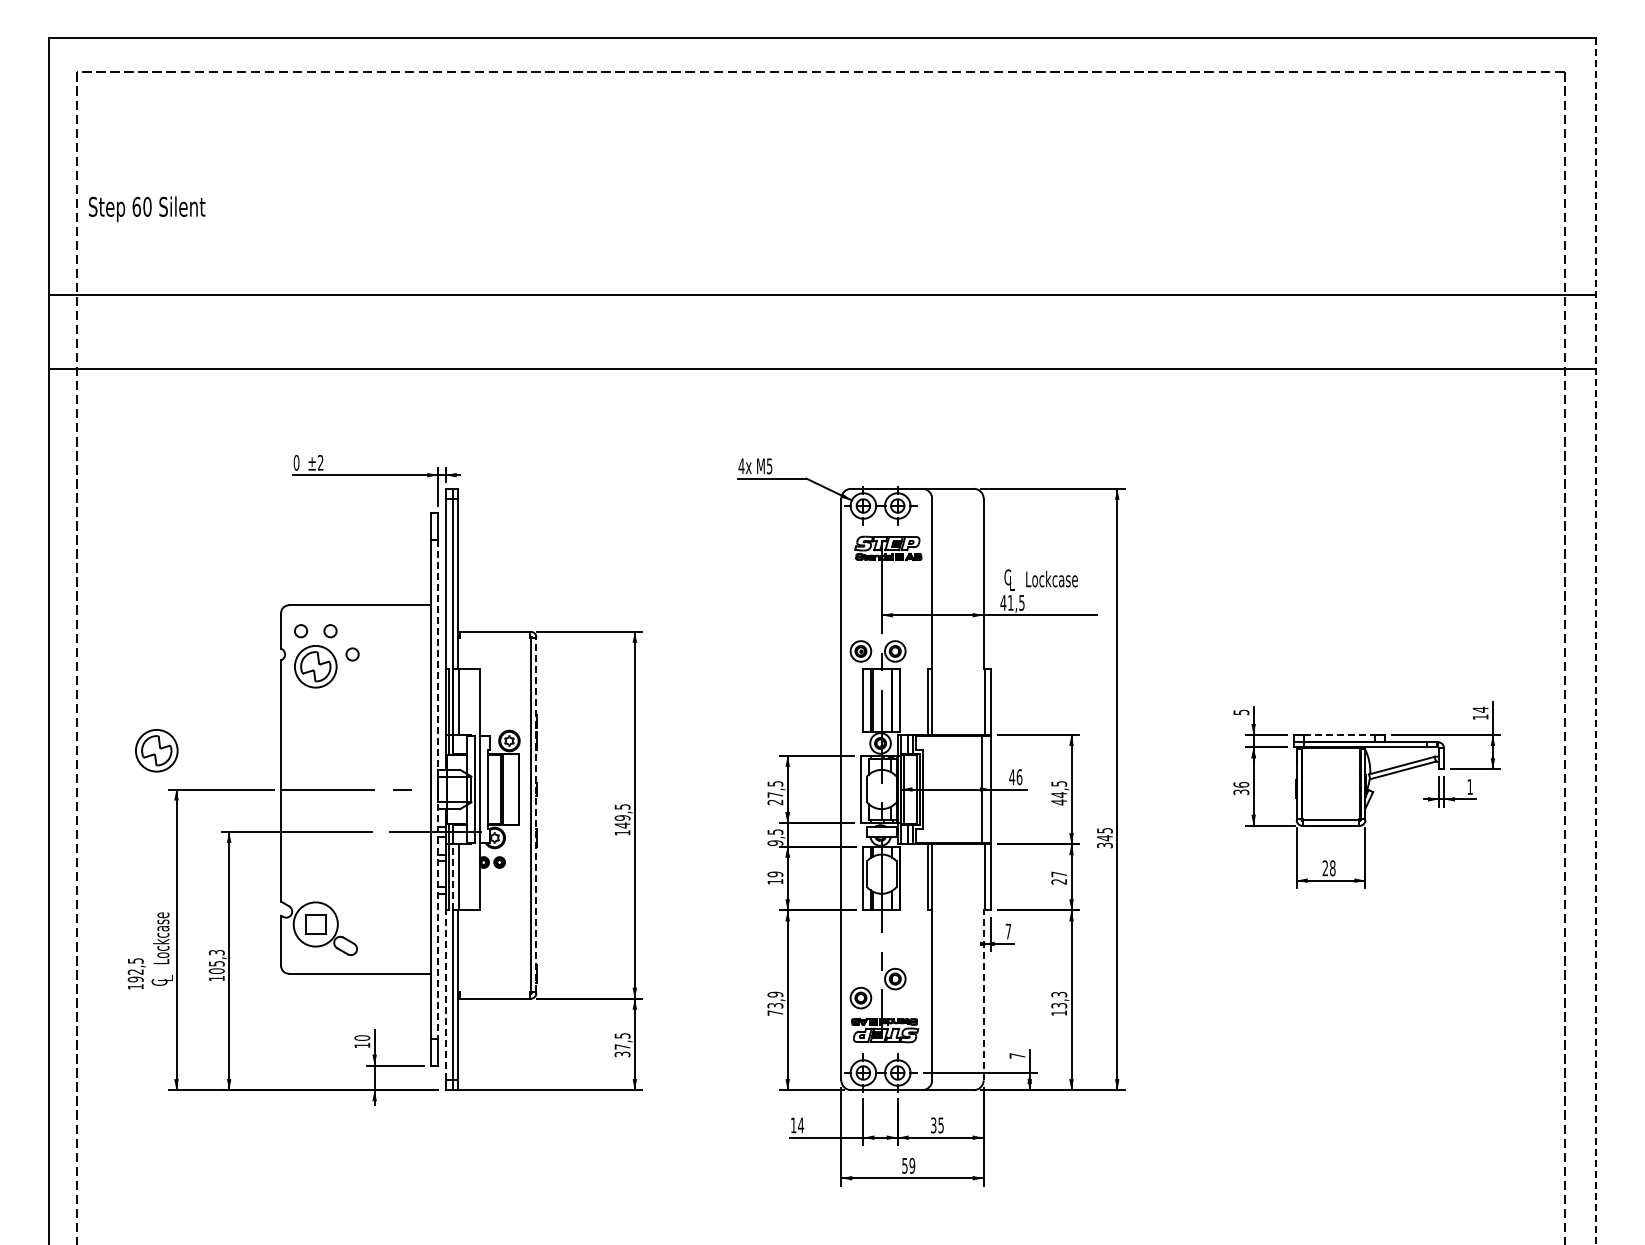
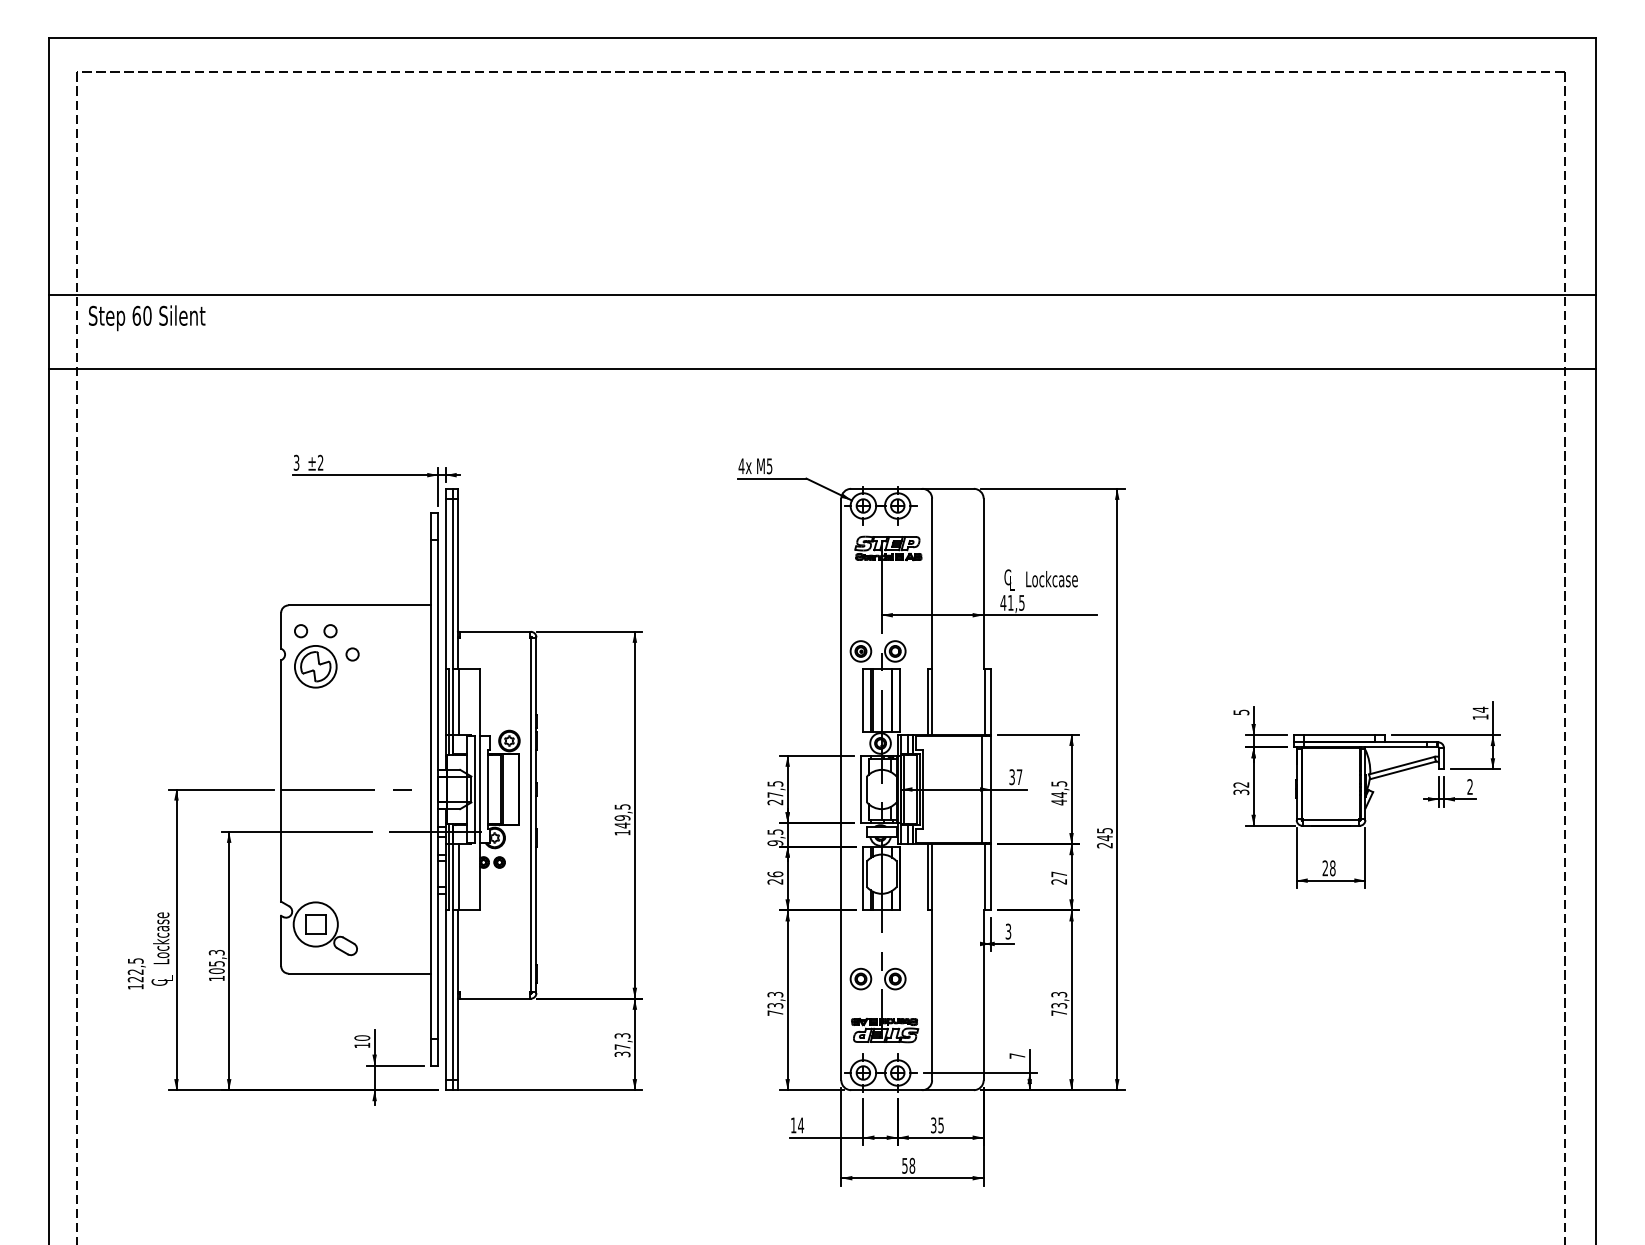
text at (147, 209) position: (147, 209) -> (147, 318)
text at (296, 462): 0 -> 3
line at (1595, 641): dashed -> solid
line at (1339, 734): dashed -> solid
part at (156, 750): present -> none
text at (1015, 777): 46 -> 37
text at (1241, 784): 36 -> 32
text at (1469, 786): 1 -> 2
line at (438, 790): dashed -> solid
line at (536, 815): dashed -> solid
text at (1104, 845): 345 -> 245
line at (453, 876): dashed -> solid
text at (775, 877): 19 -> 26
text at (1008, 931): 7 -> 3
text at (135, 979): 192,5 -> 122,5
text at (775, 994): 73,9 -> 73,3
line at (445, 995): dashed -> solid
line at (983, 995): dashed -> solid
part at (860, 997) position: (860, 997) -> (860, 978)
text at (1058, 1012): 13,3 -> 73,3
text at (621, 1035): 37,5 -> 37,3
text at (912, 1165): 59 -> 58
